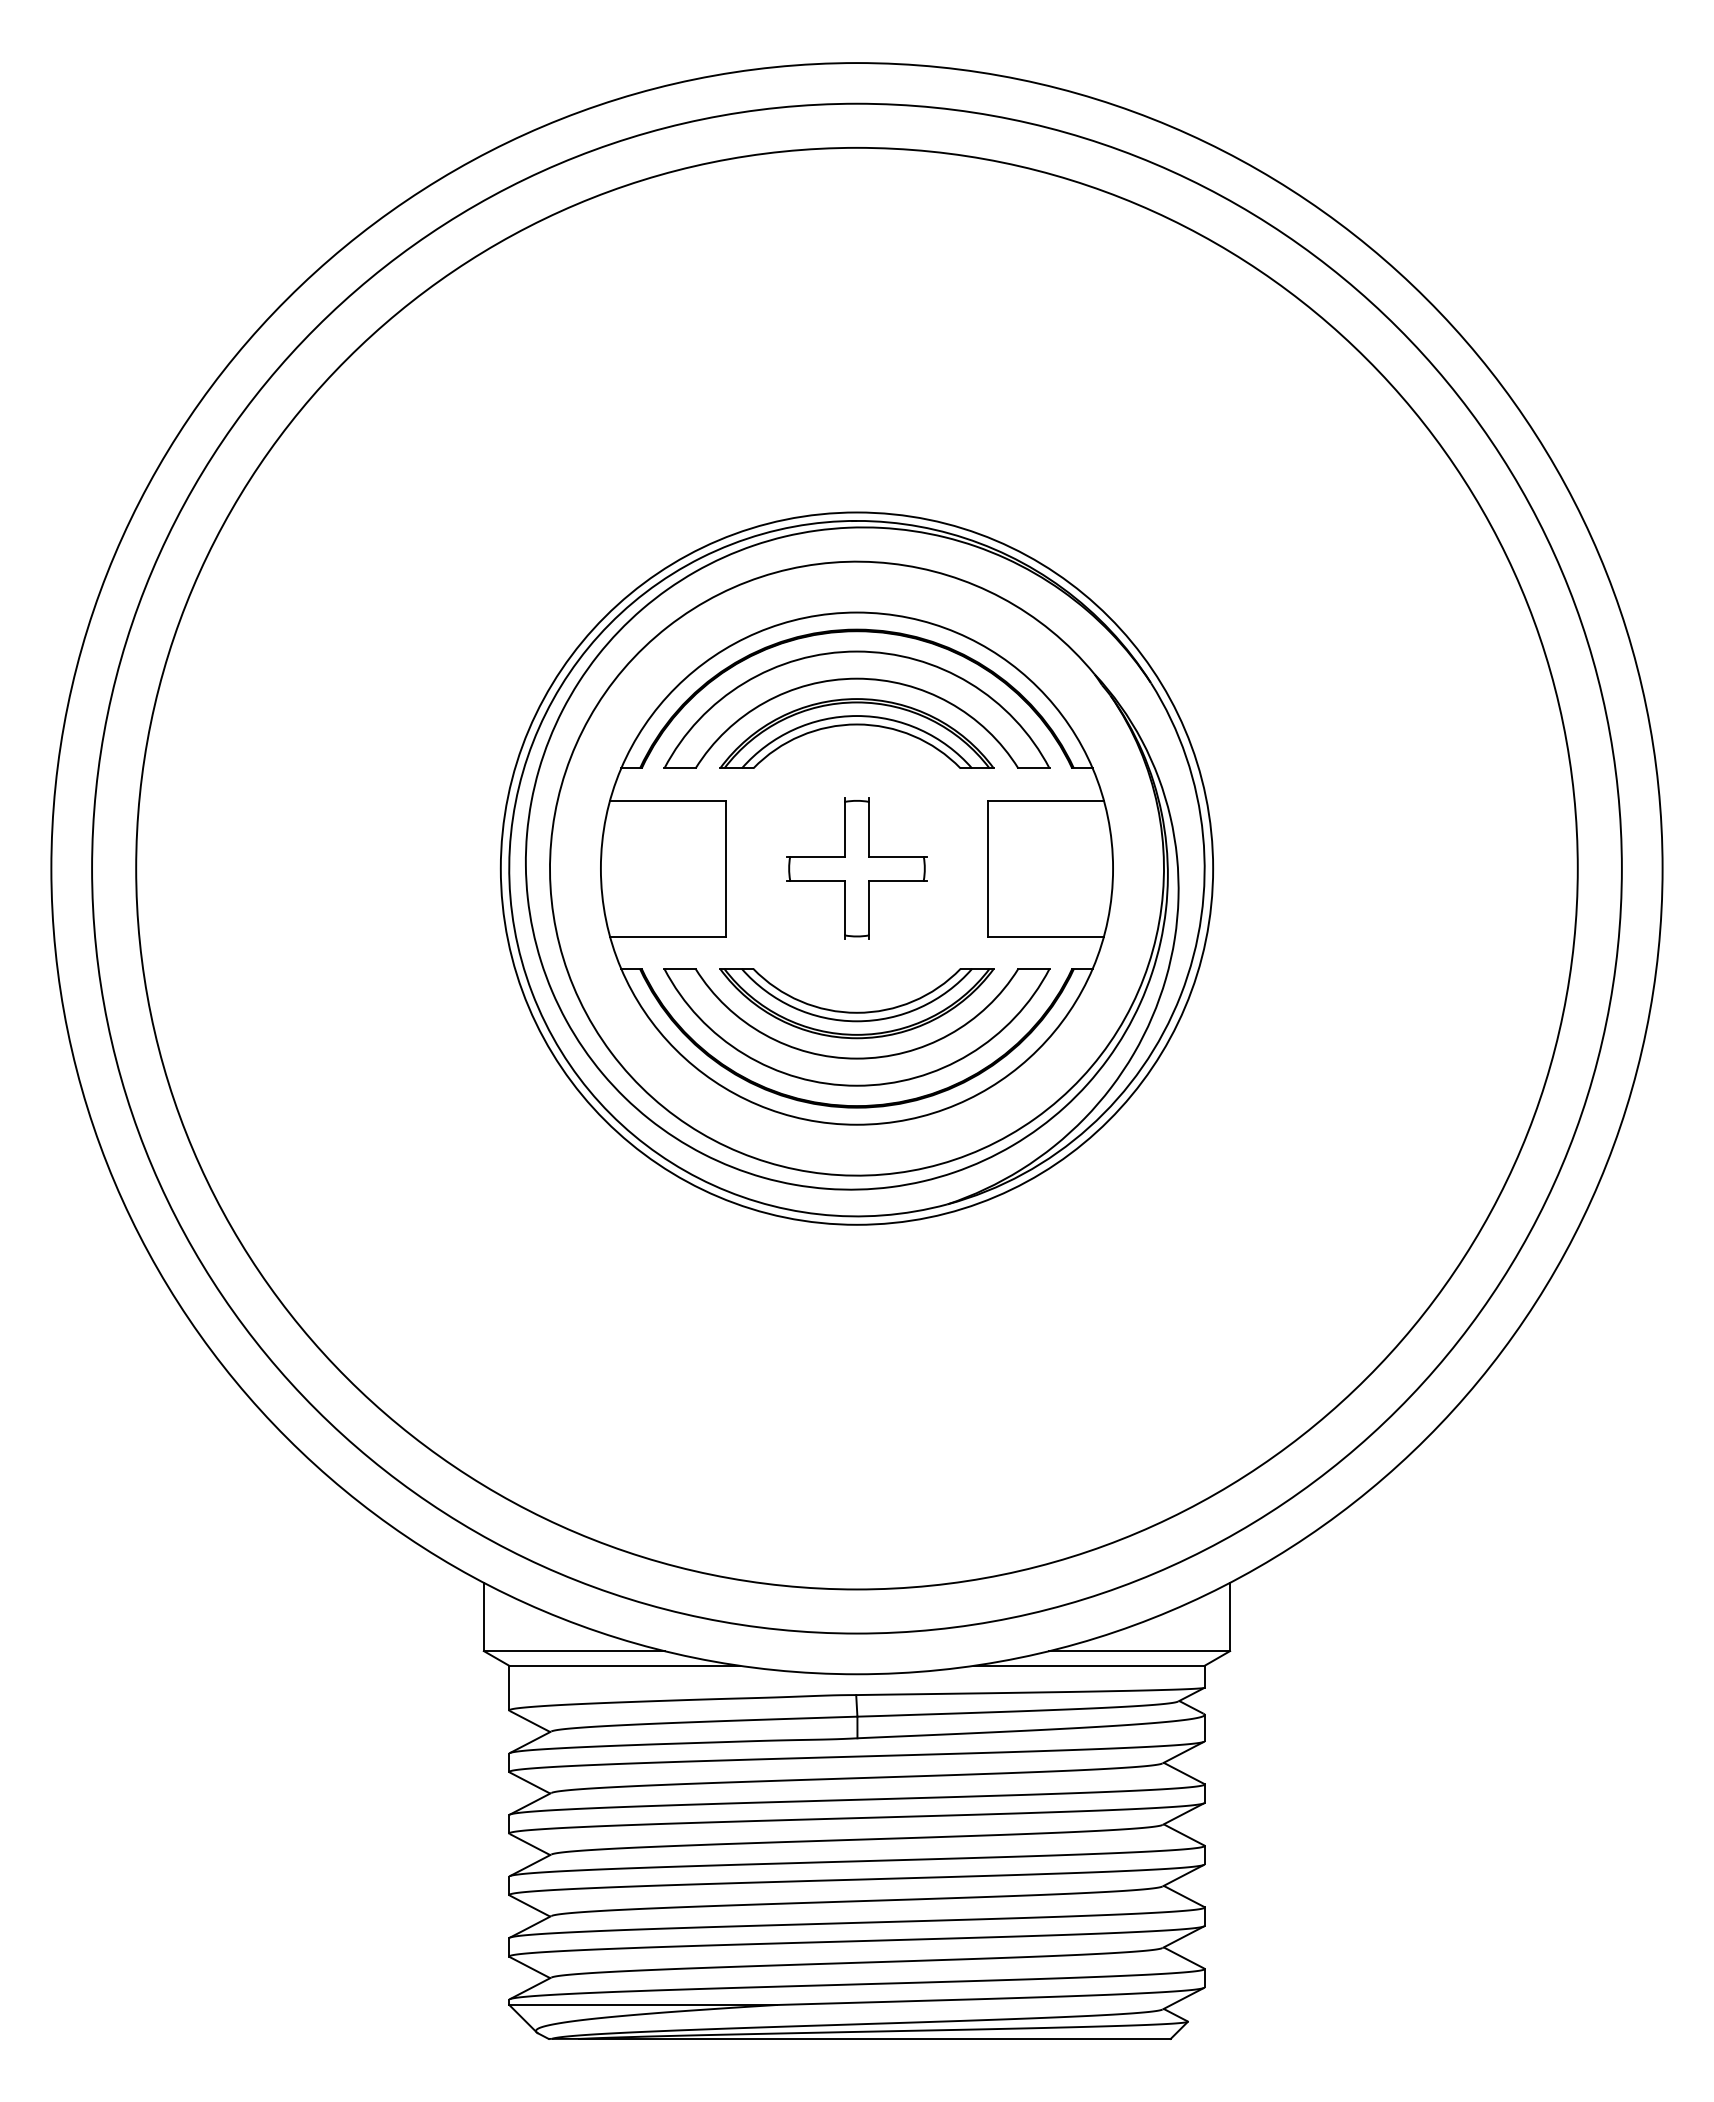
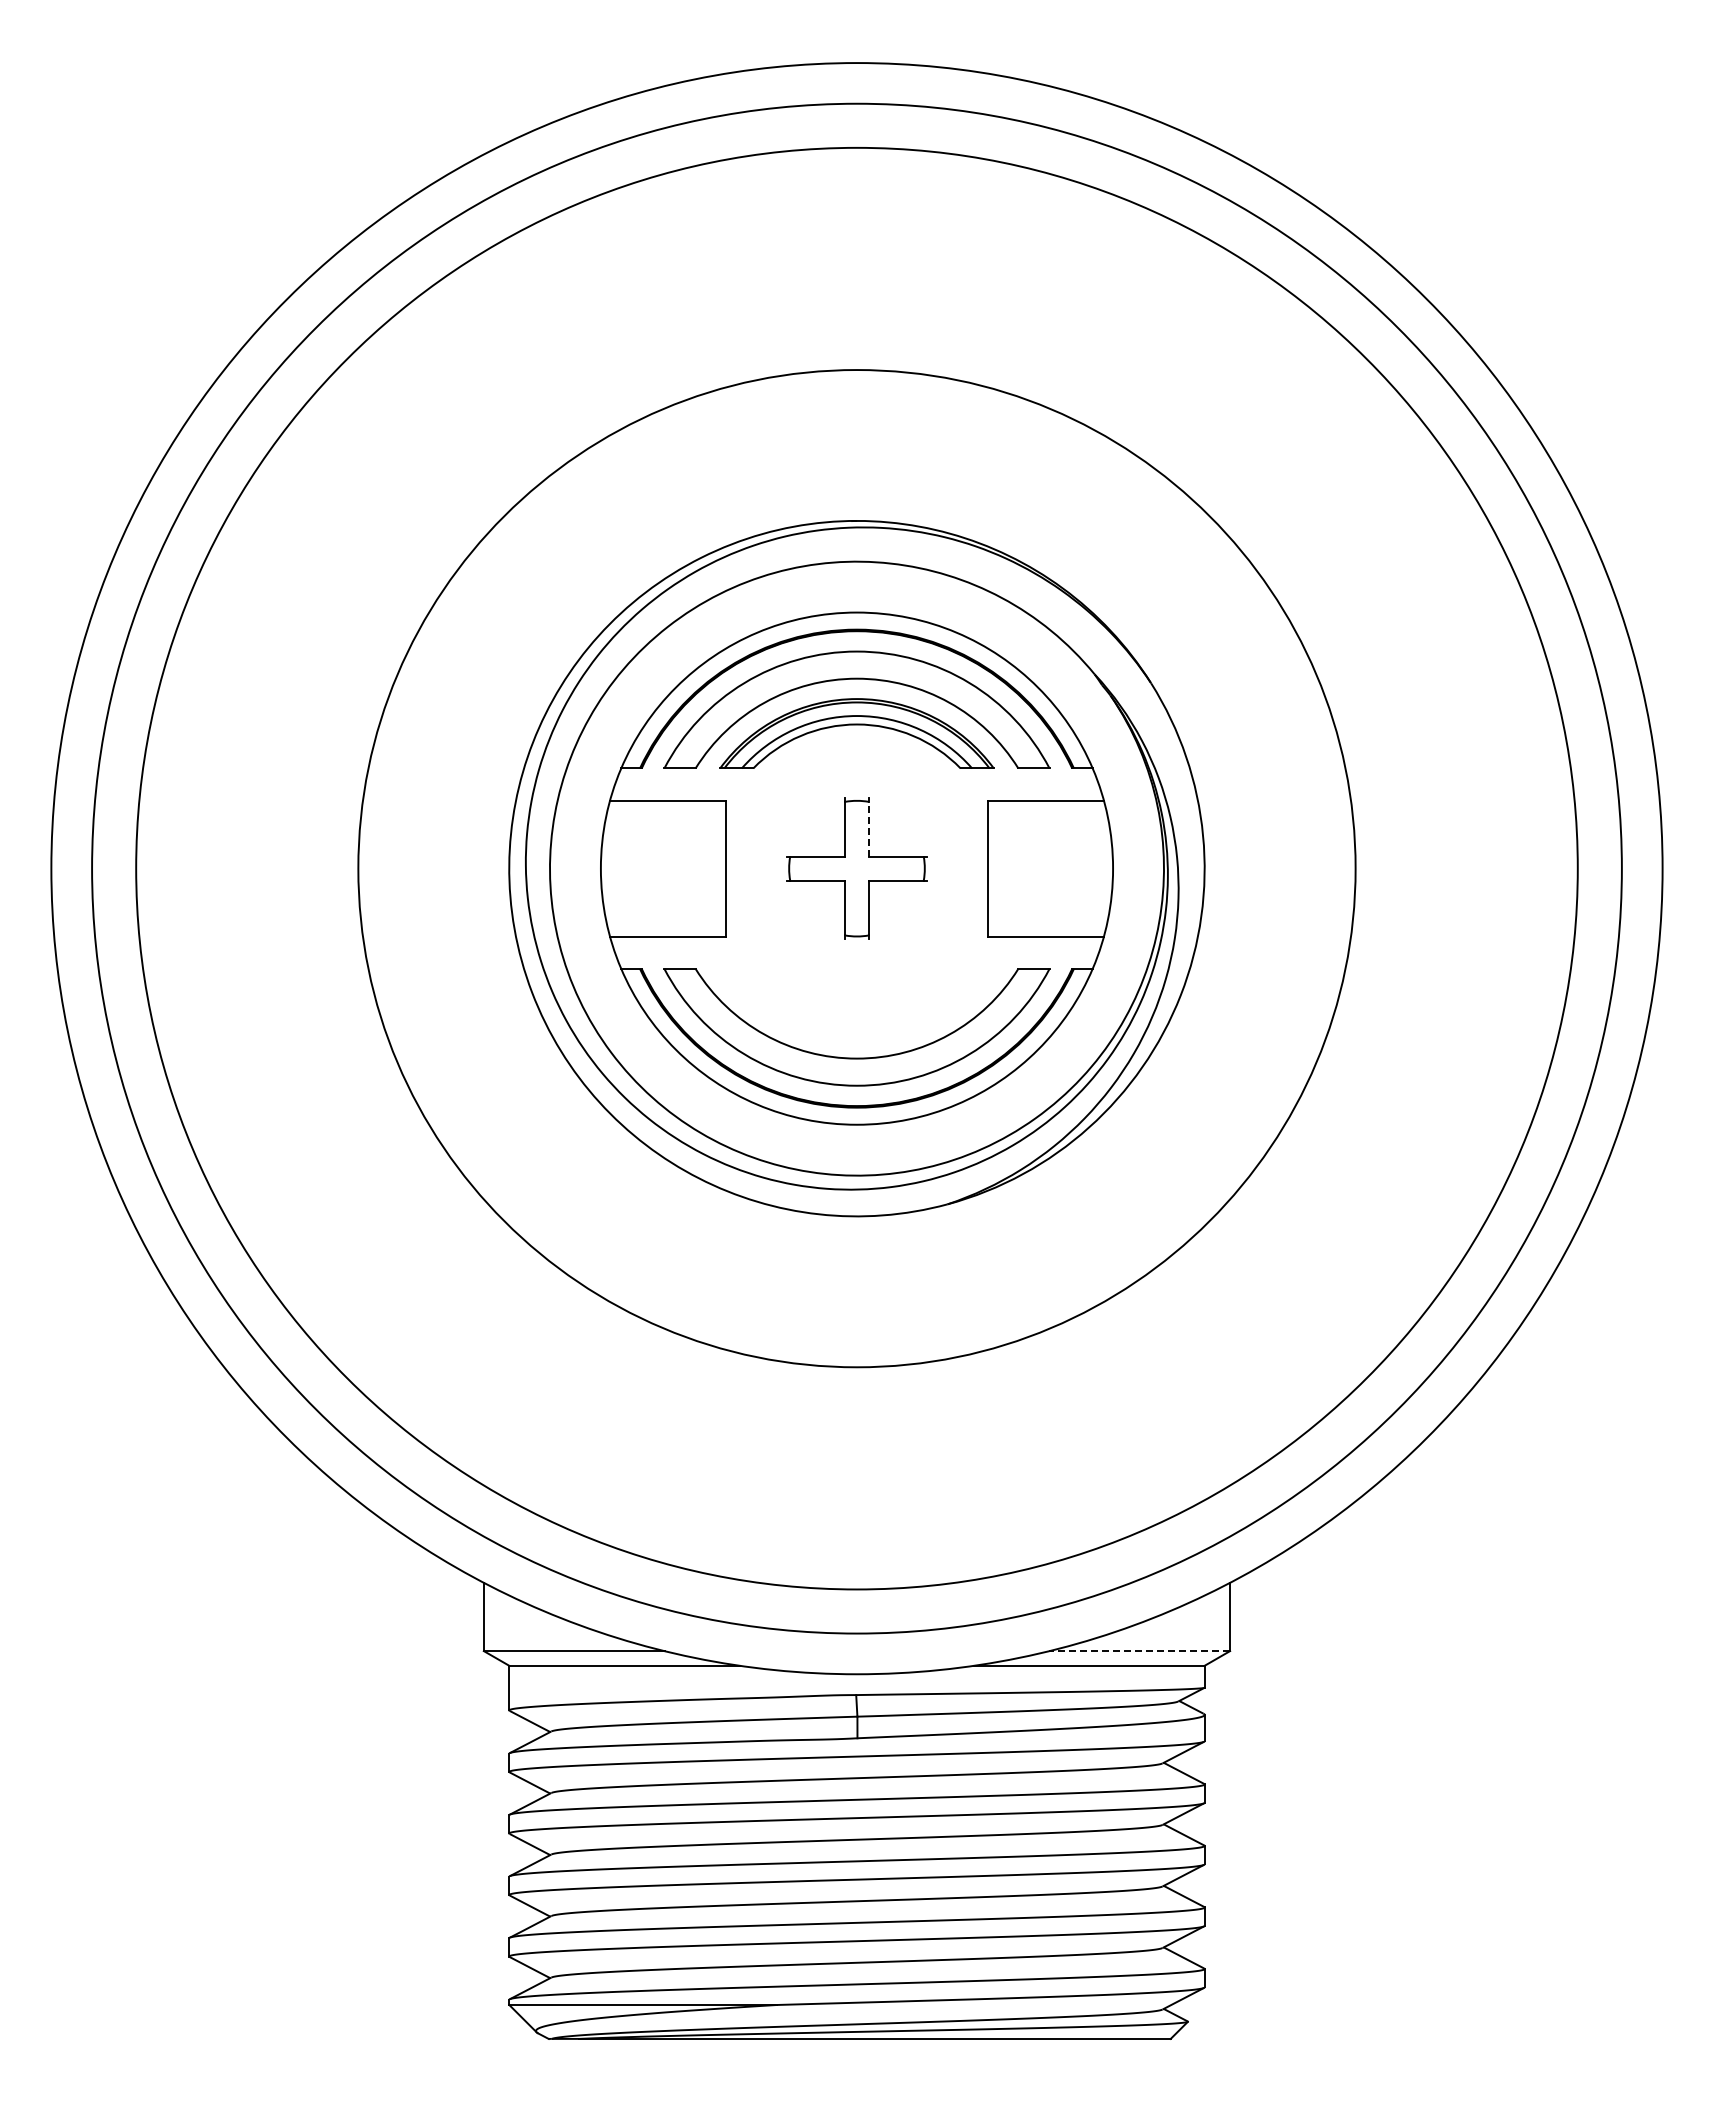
line at (868, 828): solid -> dashed
circle at (856, 868) diameter: 712 px -> 997 px
part at (856, 1011): present -> none
line at (1139, 1651): solid -> dashed
